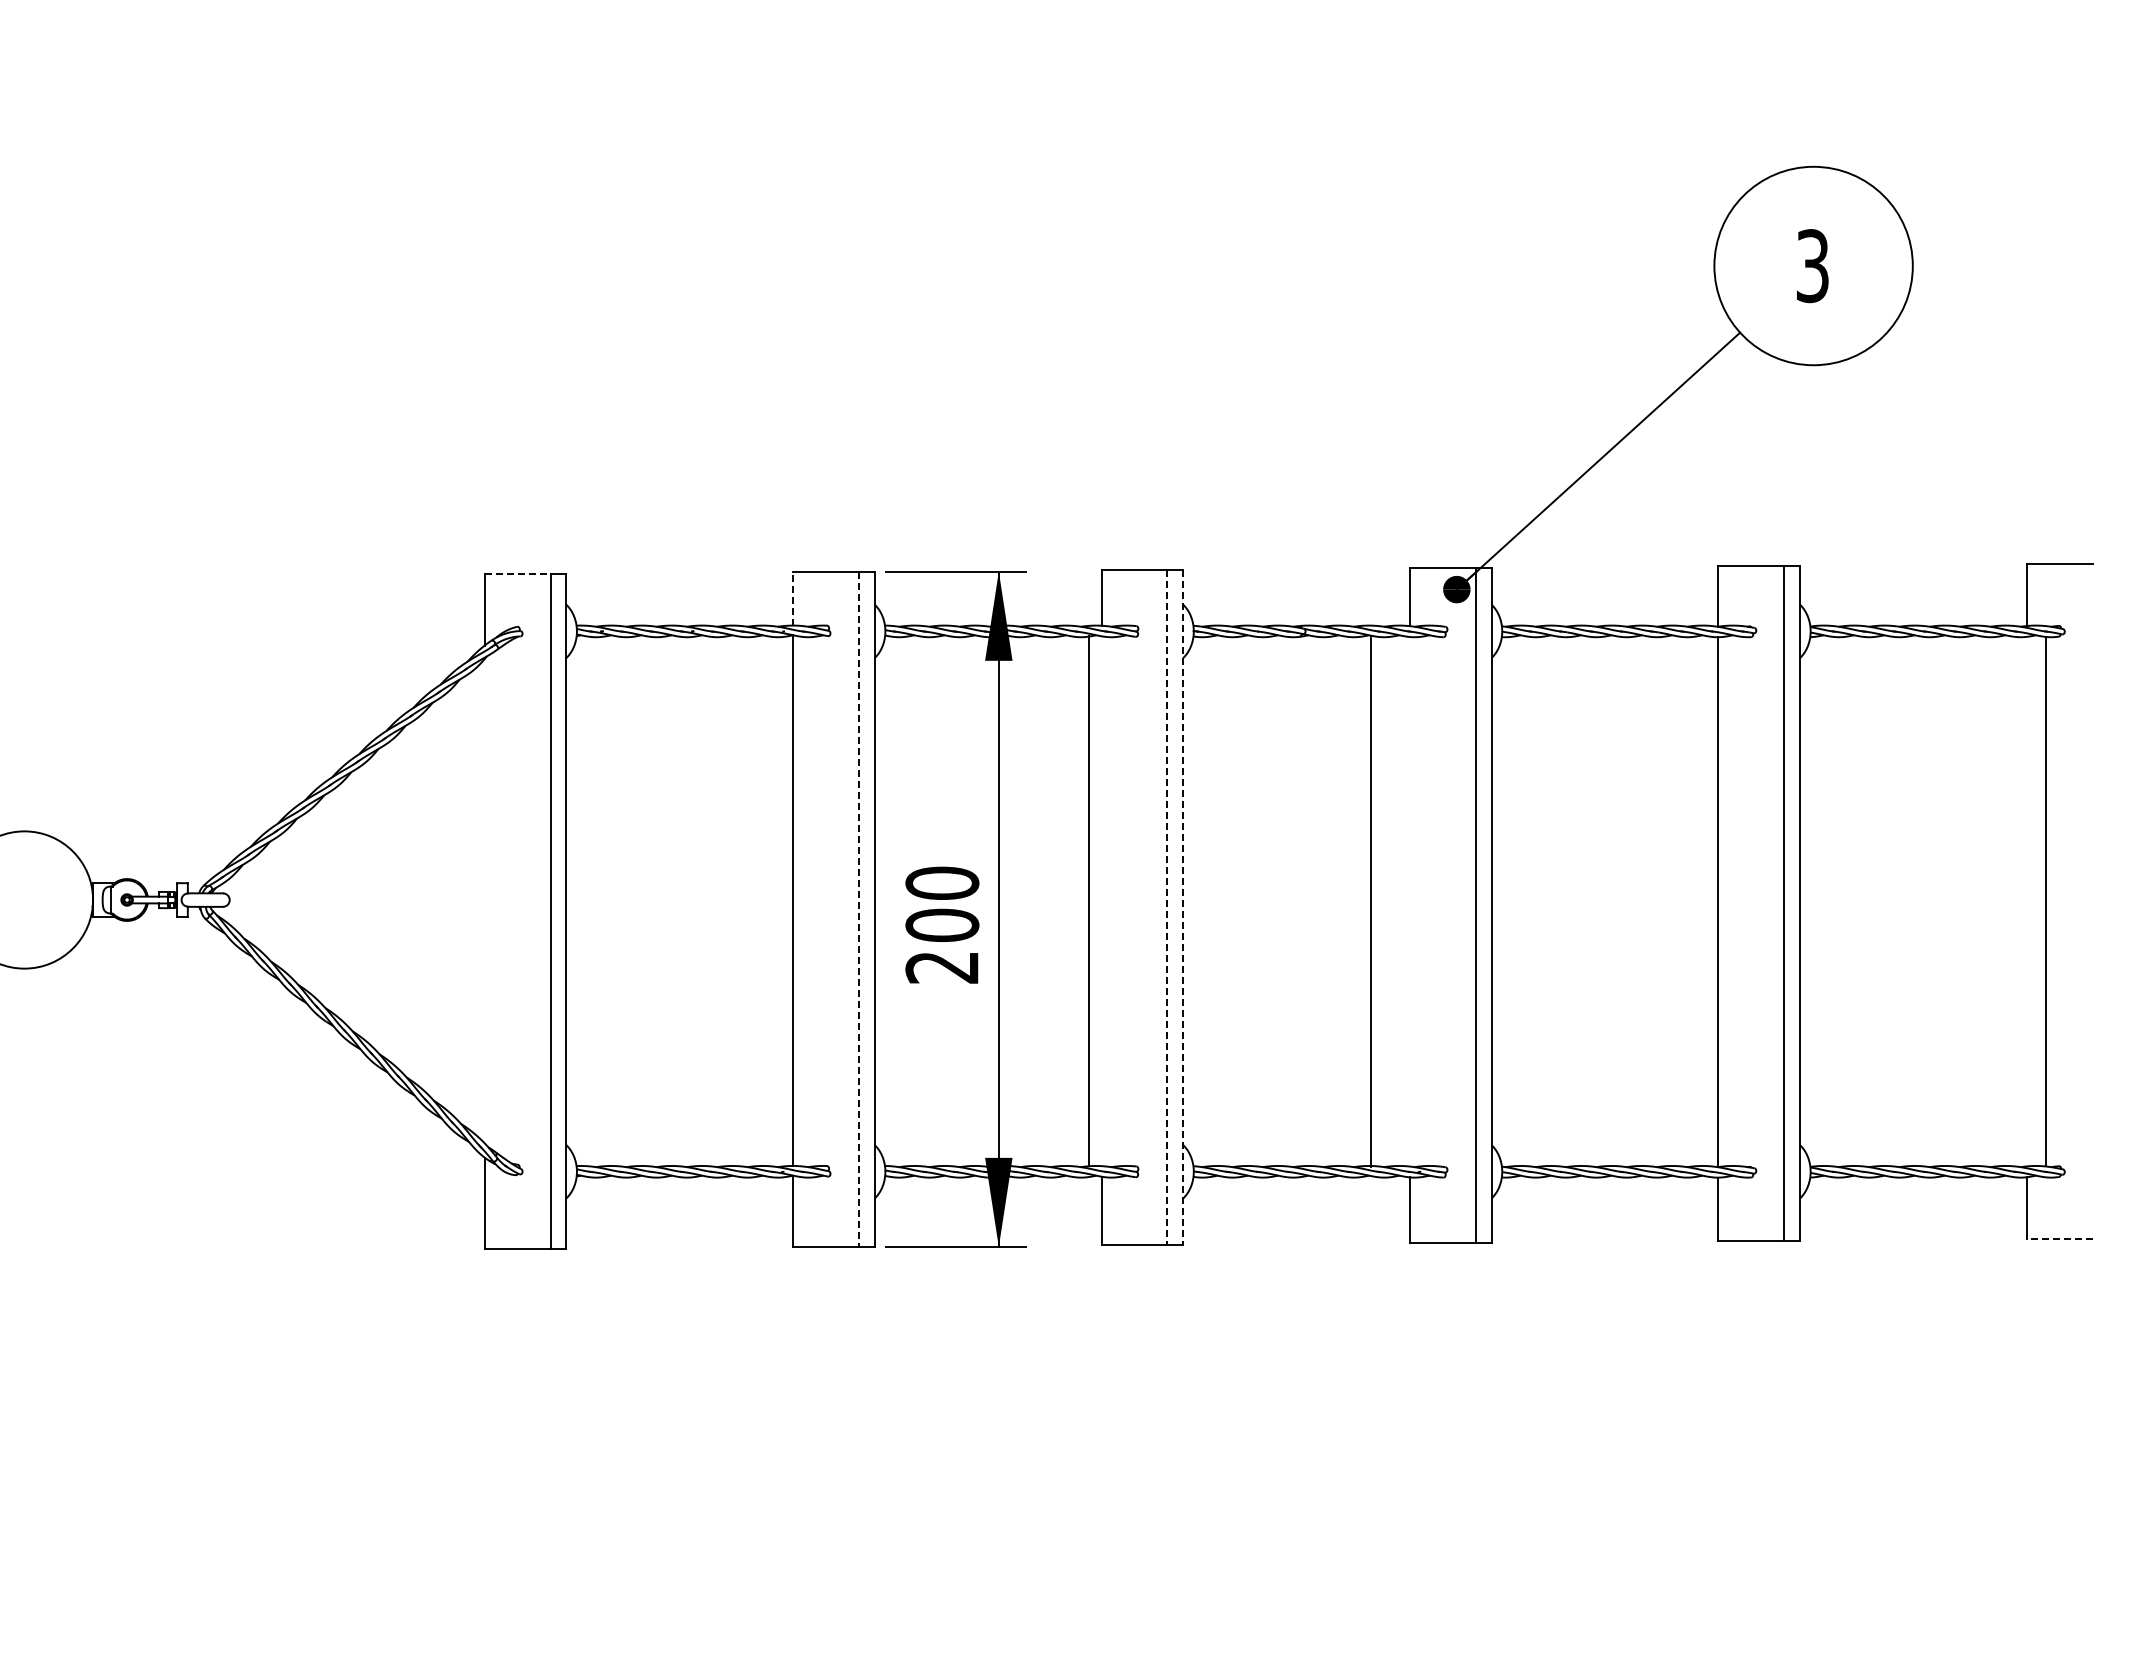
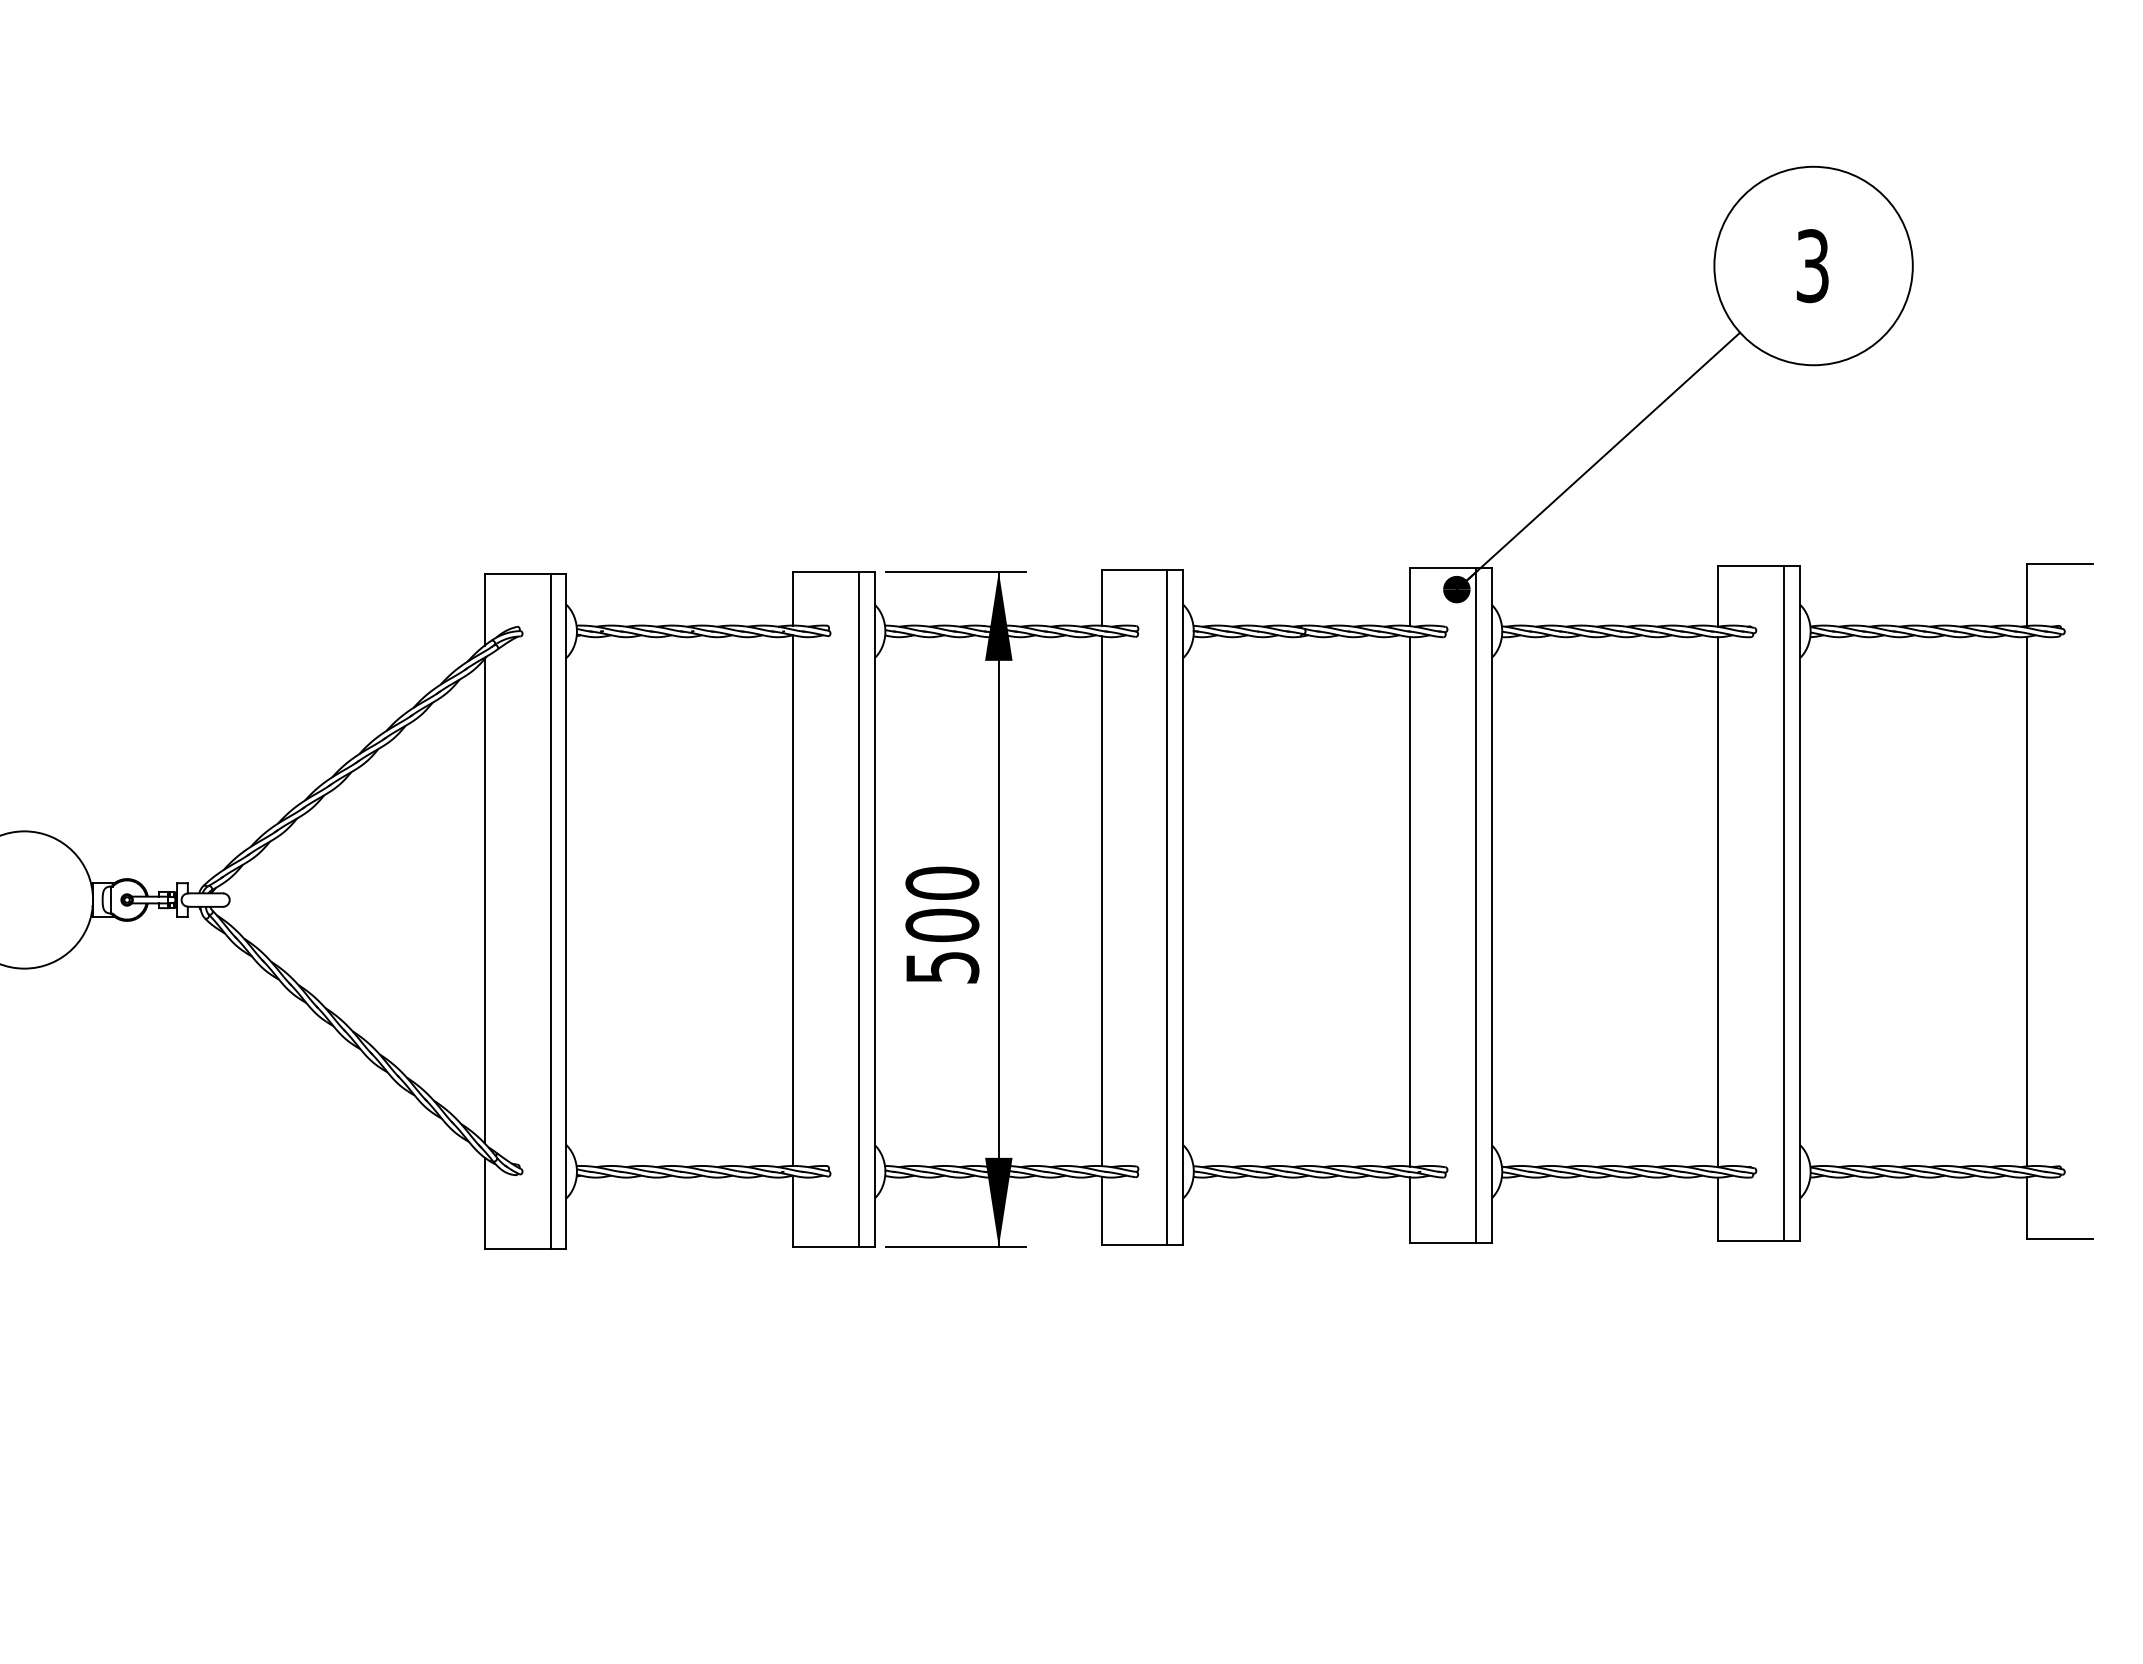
line at (517, 573): dashed -> solid
line at (793, 598): dashed -> solid
line at (484, 900): none -> present
line at (1088, 901) position: (1088, 901) -> (1101, 901)
line at (1371, 901) position: (1371, 901) -> (1410, 901)
line at (2045, 901) position: (2045, 901) -> (2026, 901)
line at (1167, 907): dashed -> solid
line at (1183, 907): dashed -> solid
line at (858, 909): dashed -> solid
text at (942, 967): 200 -> 500
line at (2059, 1239): dashed -> solid
